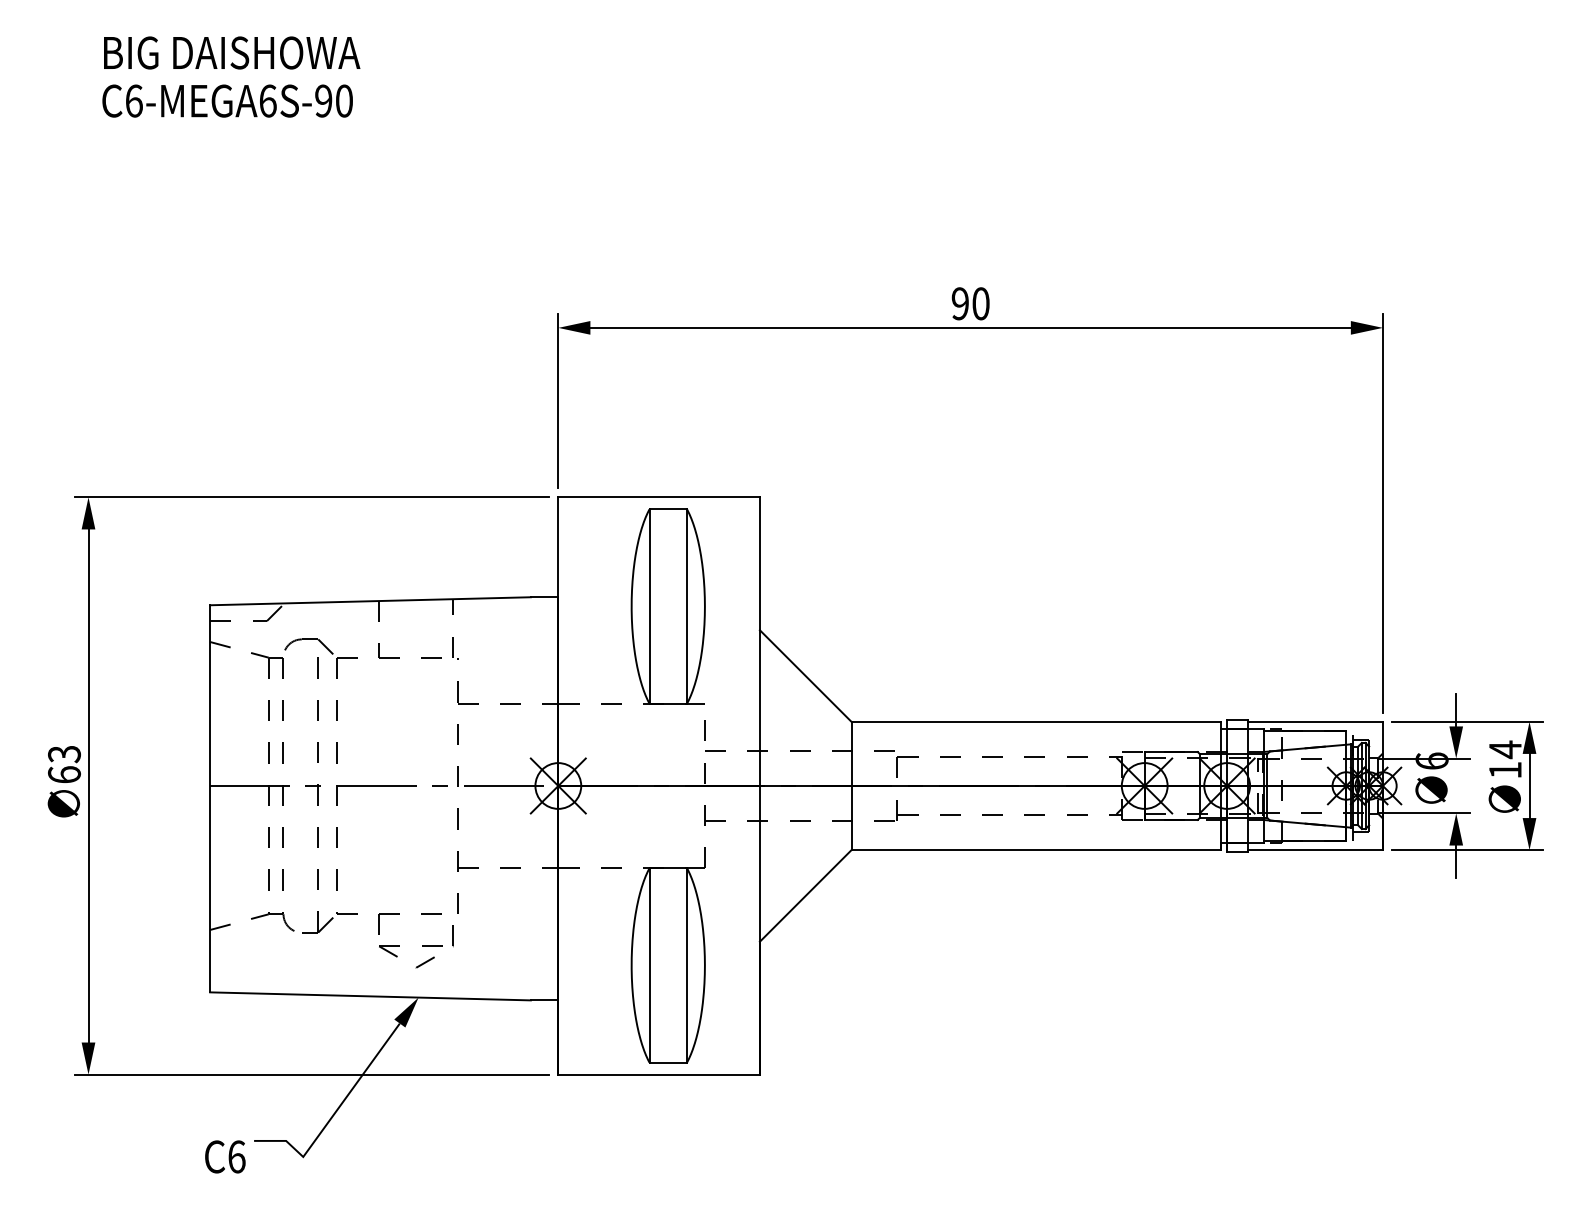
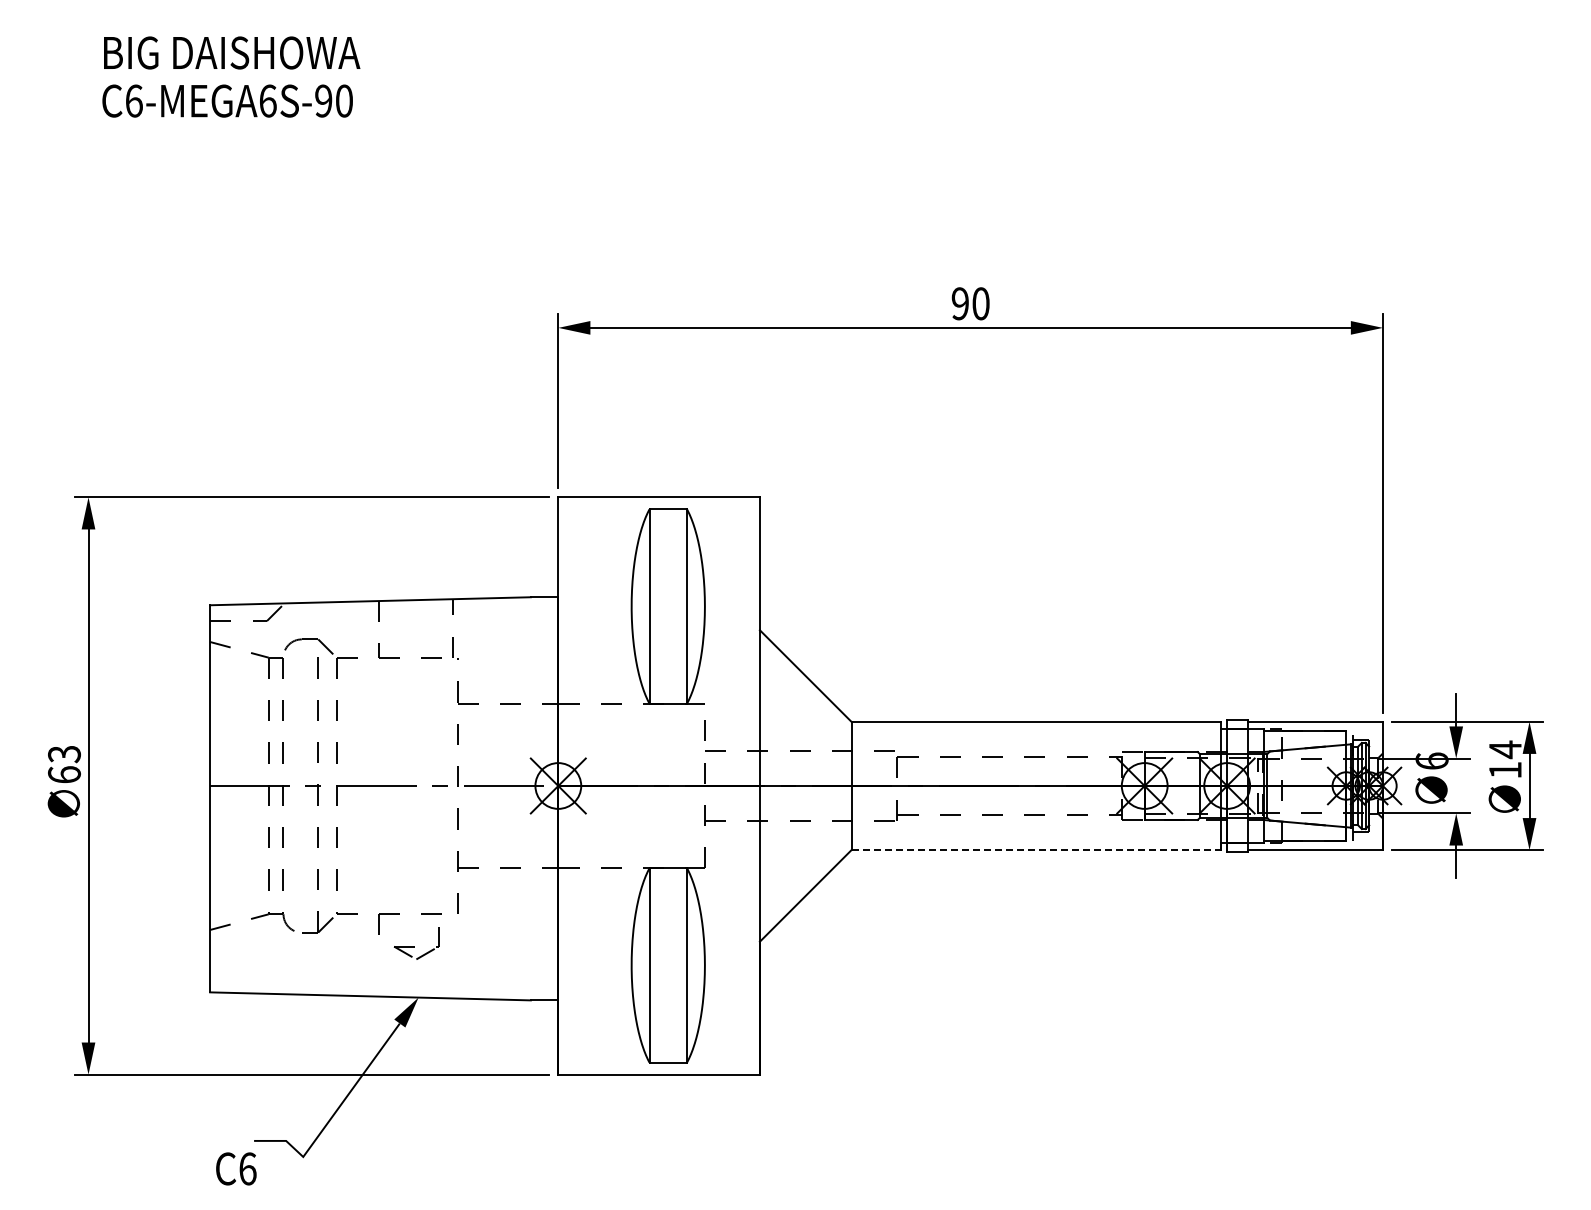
line at (1036, 850): solid -> dashed
part at (416, 946) size: 75x44 px -> 47x33 px
text at (225, 1156) position: (225, 1156) -> (236, 1168)
